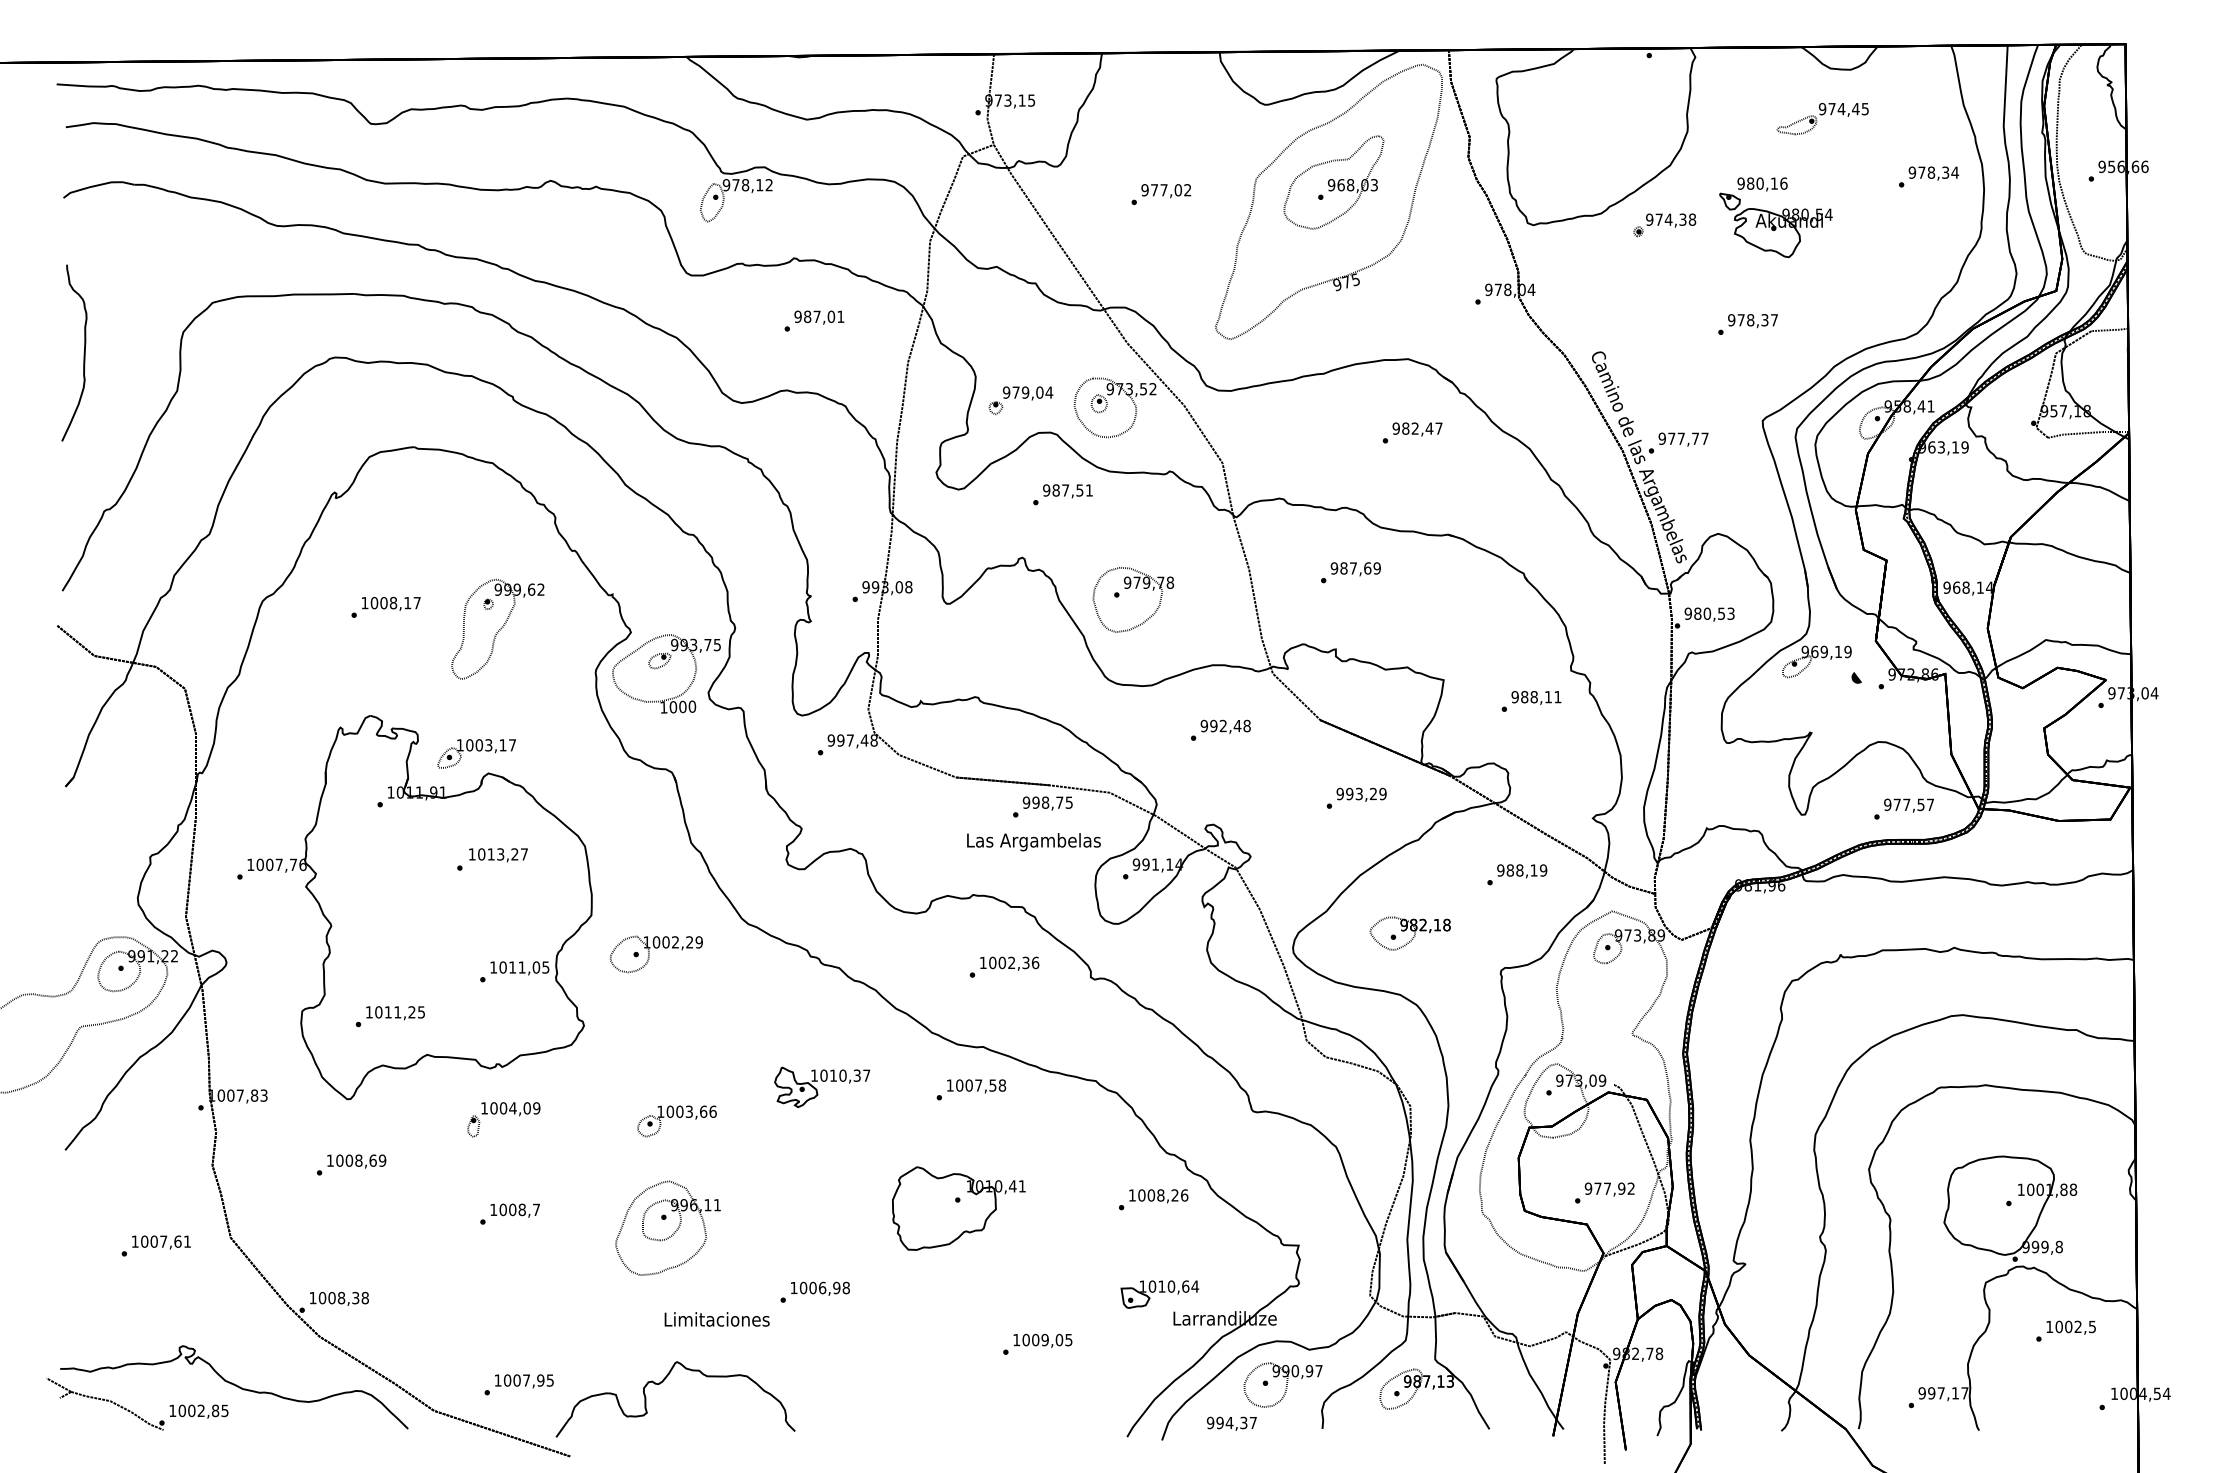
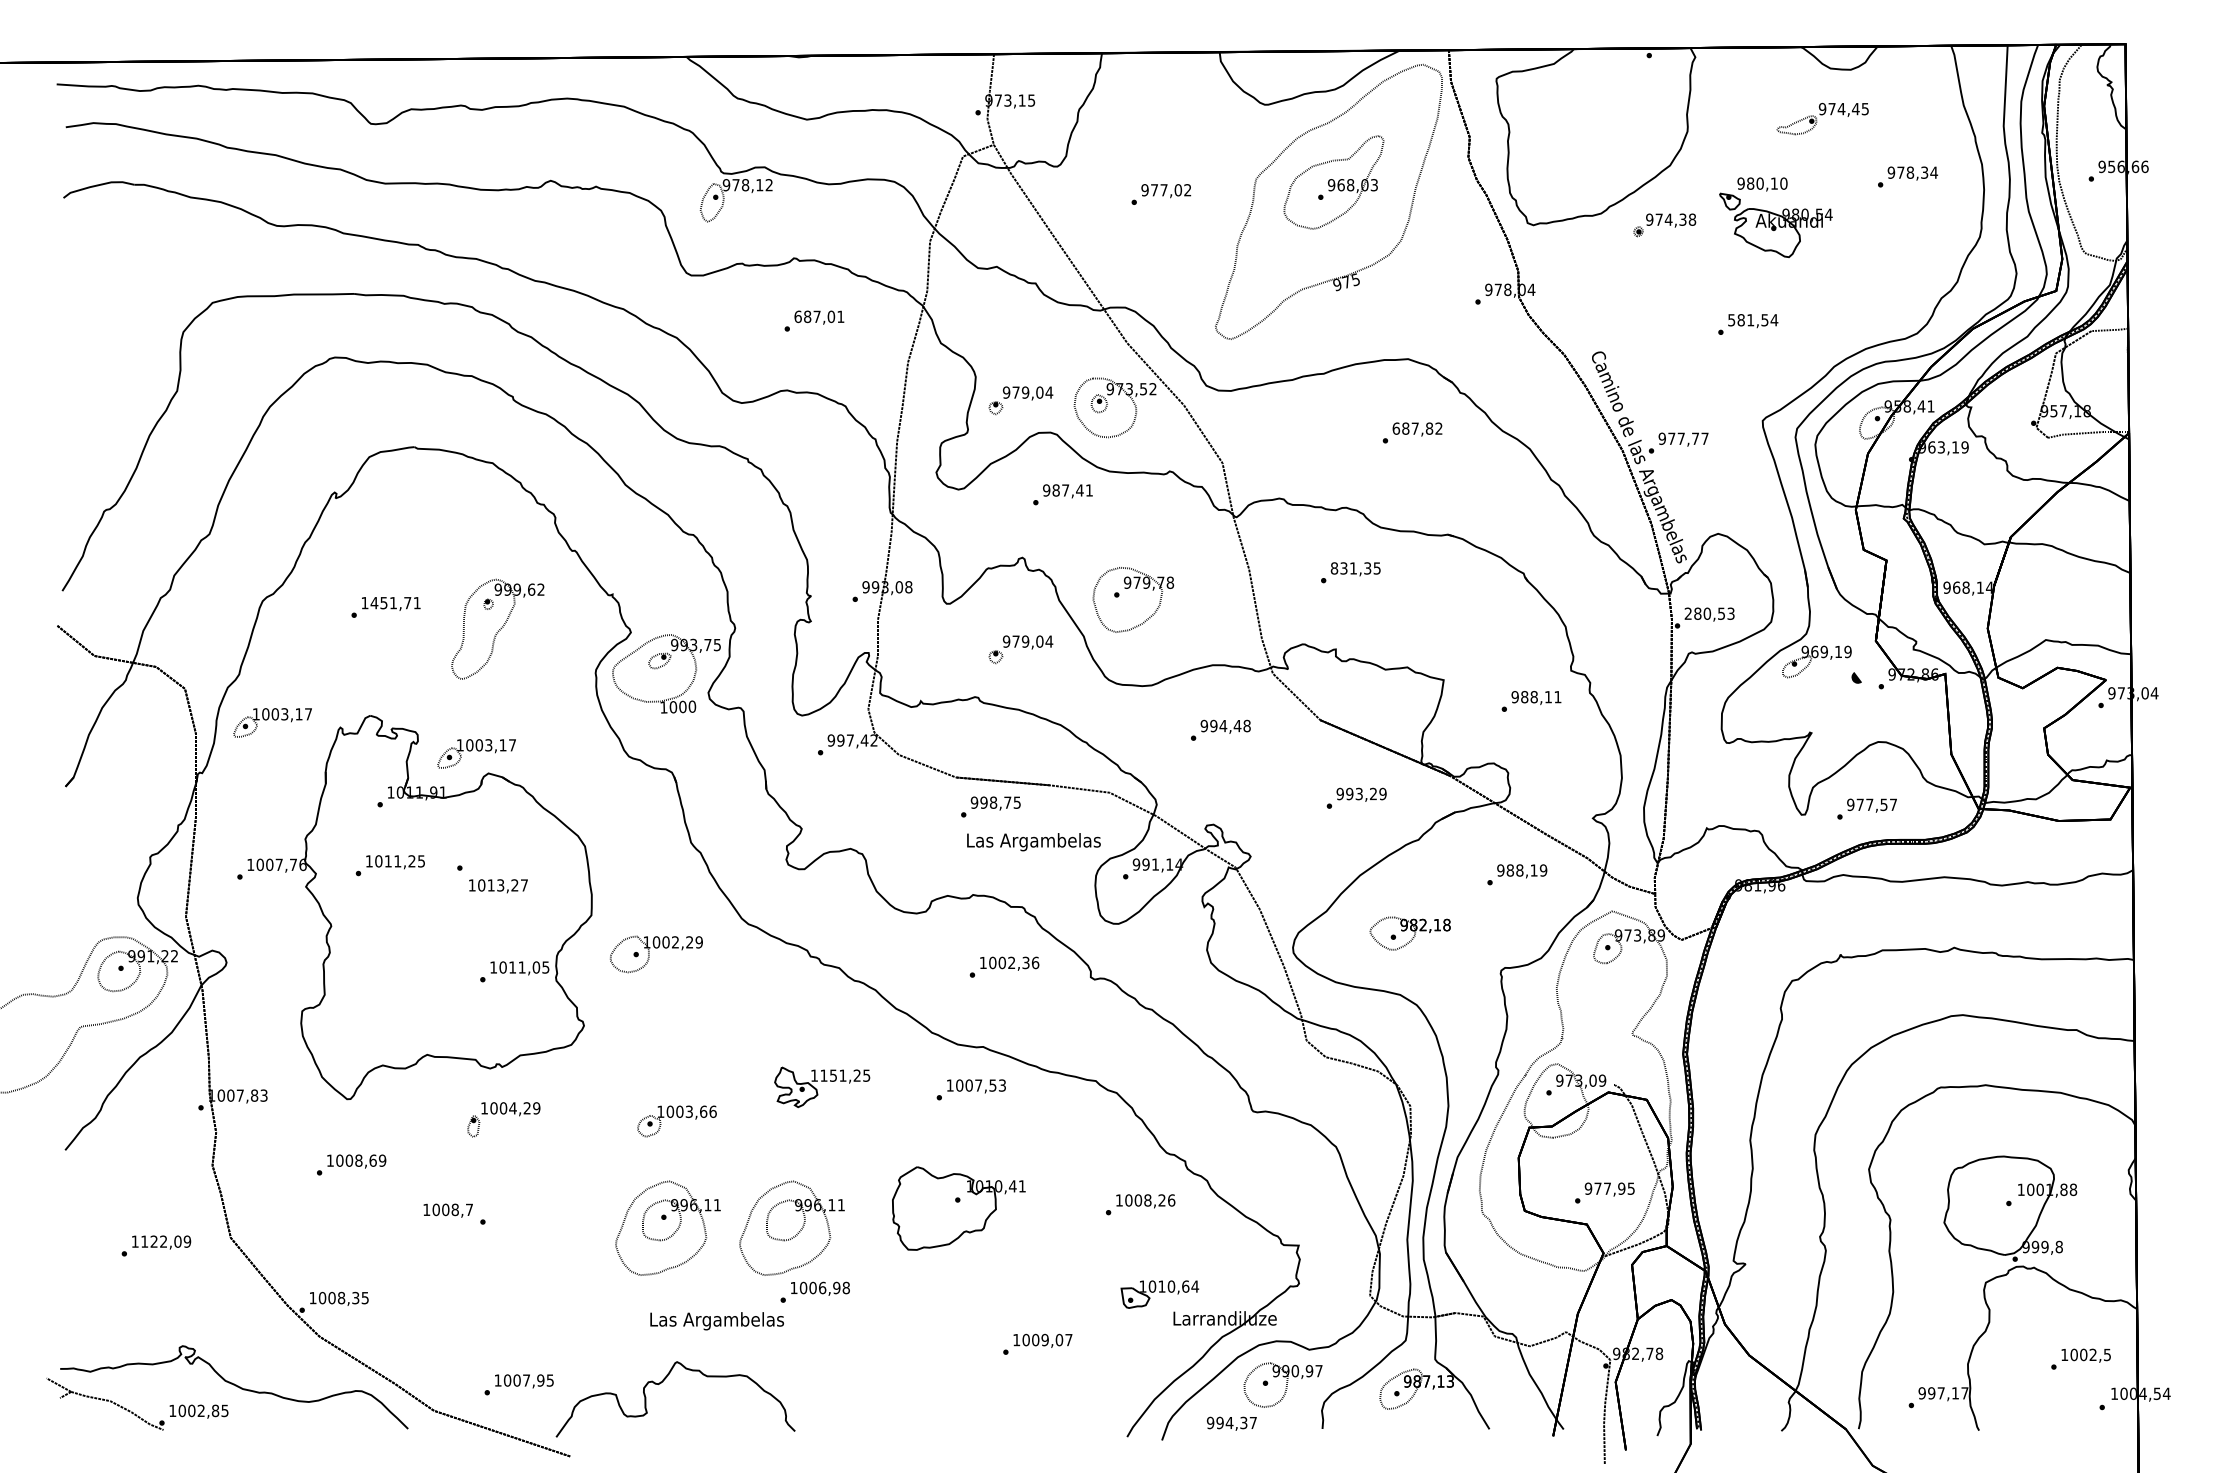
text at (1929, 176) position: (1929, 176) -> (1908, 176)
text at (1783, 183): 980,16 -> 980,10
text at (797, 316): 987,01 -> 687,01
text at (1753, 320): 978,37 -> 581,54
curve at (83, 352): present -> none
text at (1417, 428): 982,47 -> 687,82
text at (1079, 490): 987,51 -> 987,41
text at (1355, 568): 987,69 -> 831,35
text at (395, 602): 1008,17 -> 1451,71
text at (1687, 613): 980,53 -> 280,53
part at (1020, 649): none -> present
part at (272, 722): none -> present
text at (1223, 725): 992,48 -> 994,48
text at (873, 740): 997,48 -> 997,42
text at (1042, 806) position: (1042, 806) -> (990, 806)
text at (1903, 808) position: (1903, 808) -> (1866, 808)
text at (498, 855) position: (498, 855) -> (498, 886)
text at (389, 1016) position: (389, 1016) -> (389, 865)
text at (845, 1075): 1010,37 -> 1151,25
text at (1002, 1085): 1007,58 -> 1007,53
text at (526, 1108): 1004,09 -> 1004,29
text at (1630, 1188): 977,92 -> 977,95
text at (1153, 1199) position: (1153, 1199) -> (1140, 1204)
text at (514, 1210) position: (514, 1210) -> (447, 1210)
part at (797, 1232): none -> present
text at (166, 1241): 1007,61 -> 1122,09
text at (364, 1297): 1008,38 -> 1008,35
text at (717, 1321): Limitaciones -> Las Argambelas
text at (2065, 1330) position: (2065, 1330) -> (2080, 1358)
text at (1068, 1340): 1009,05 -> 1009,07
